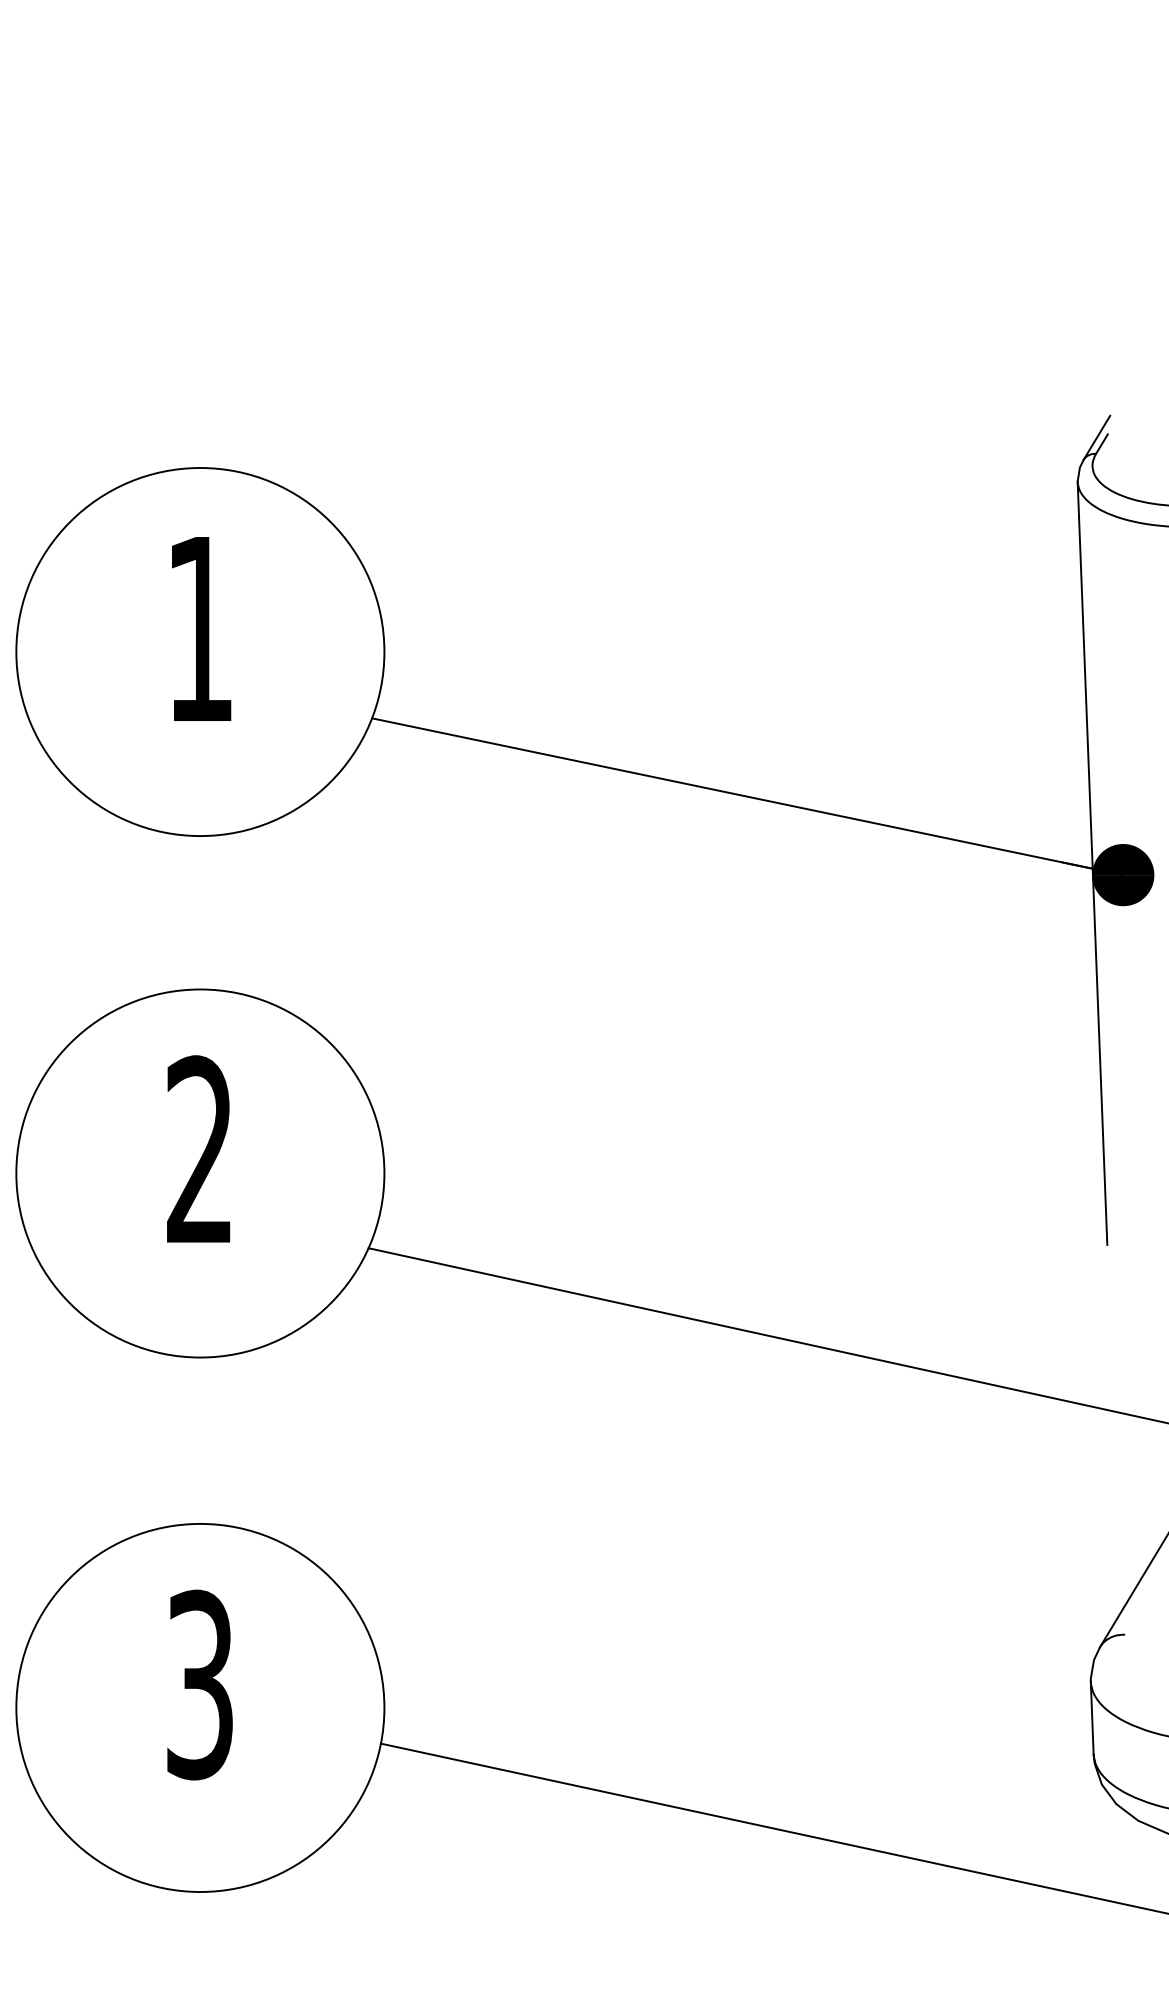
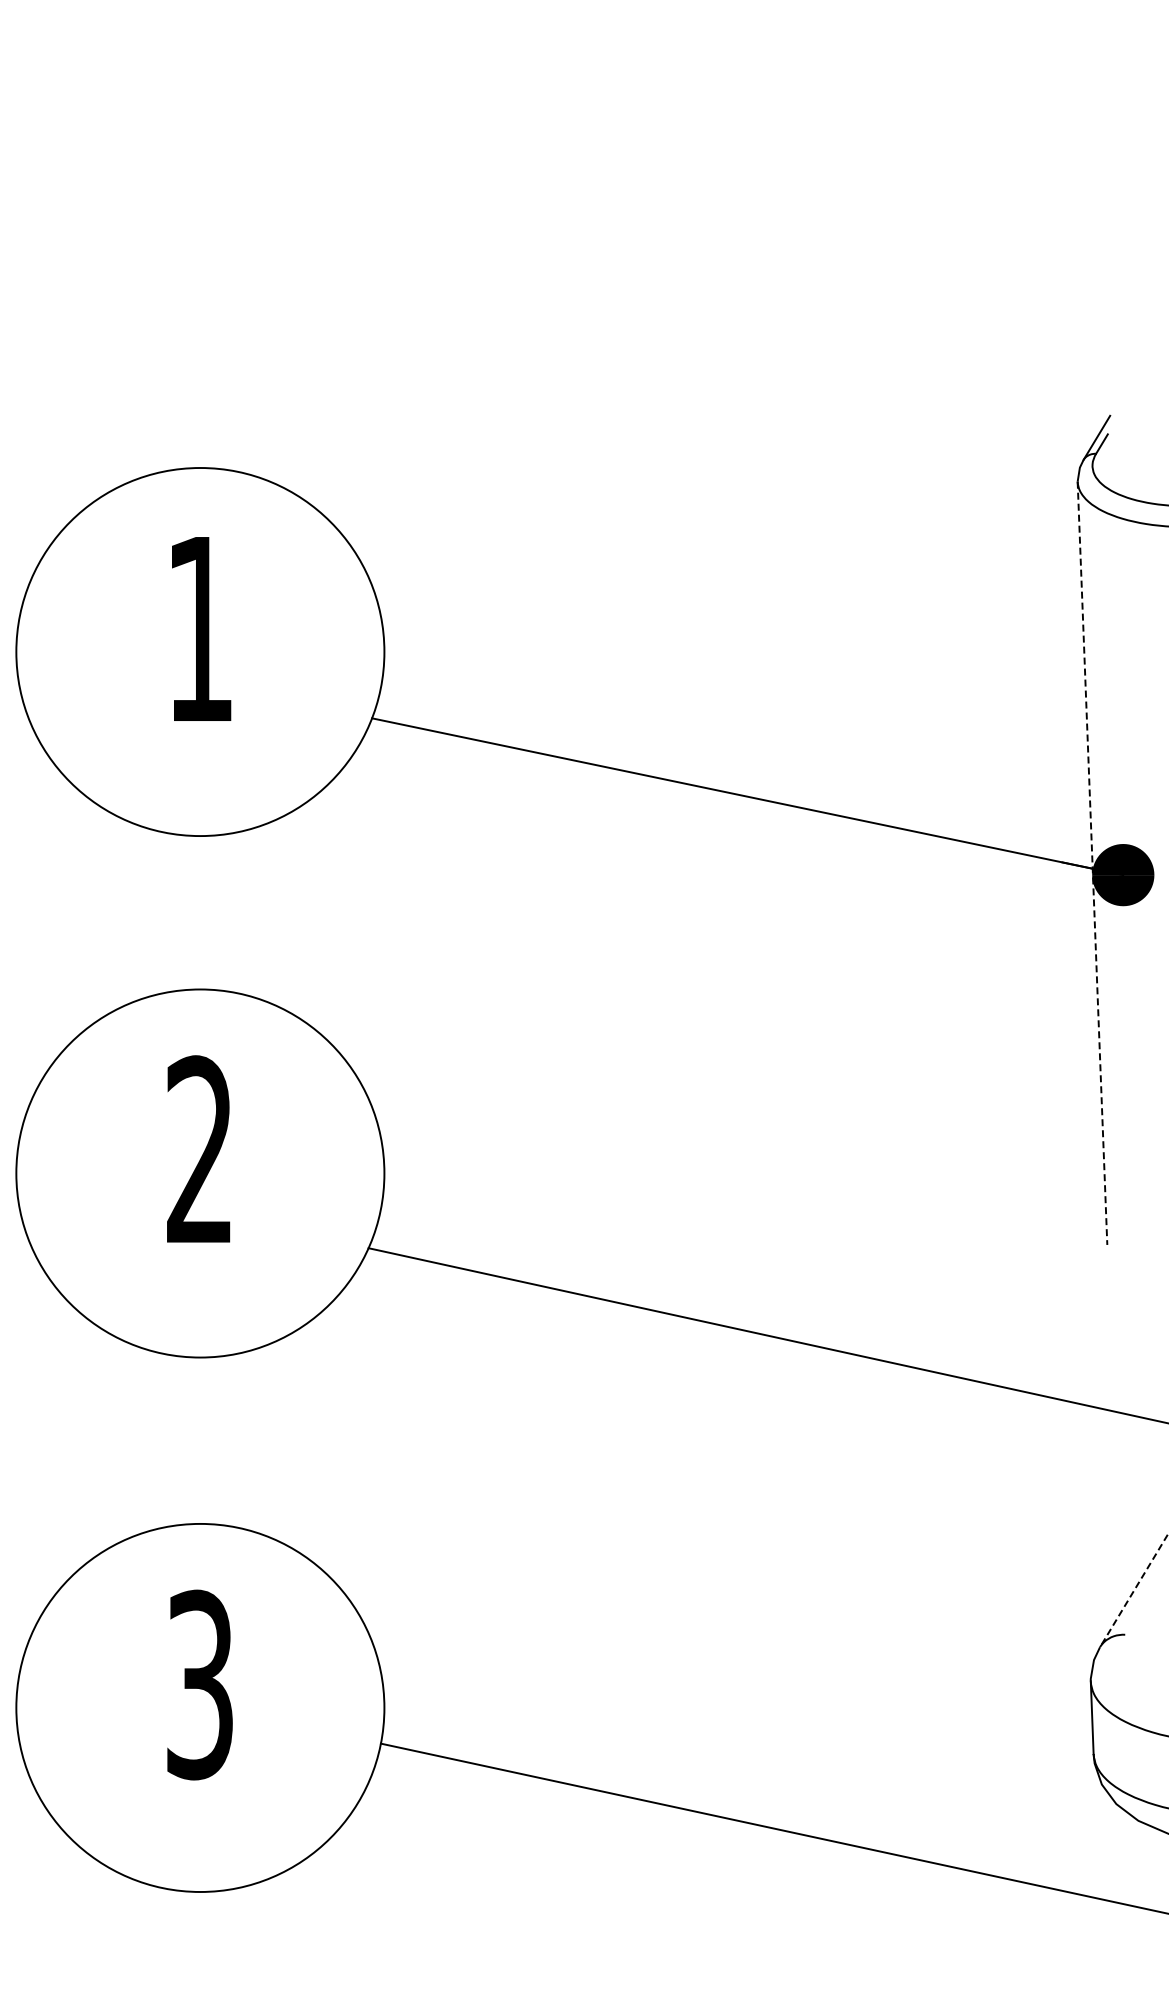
line at (1092, 863): solid -> dashed
line at (1134, 1589): solid -> dashed
